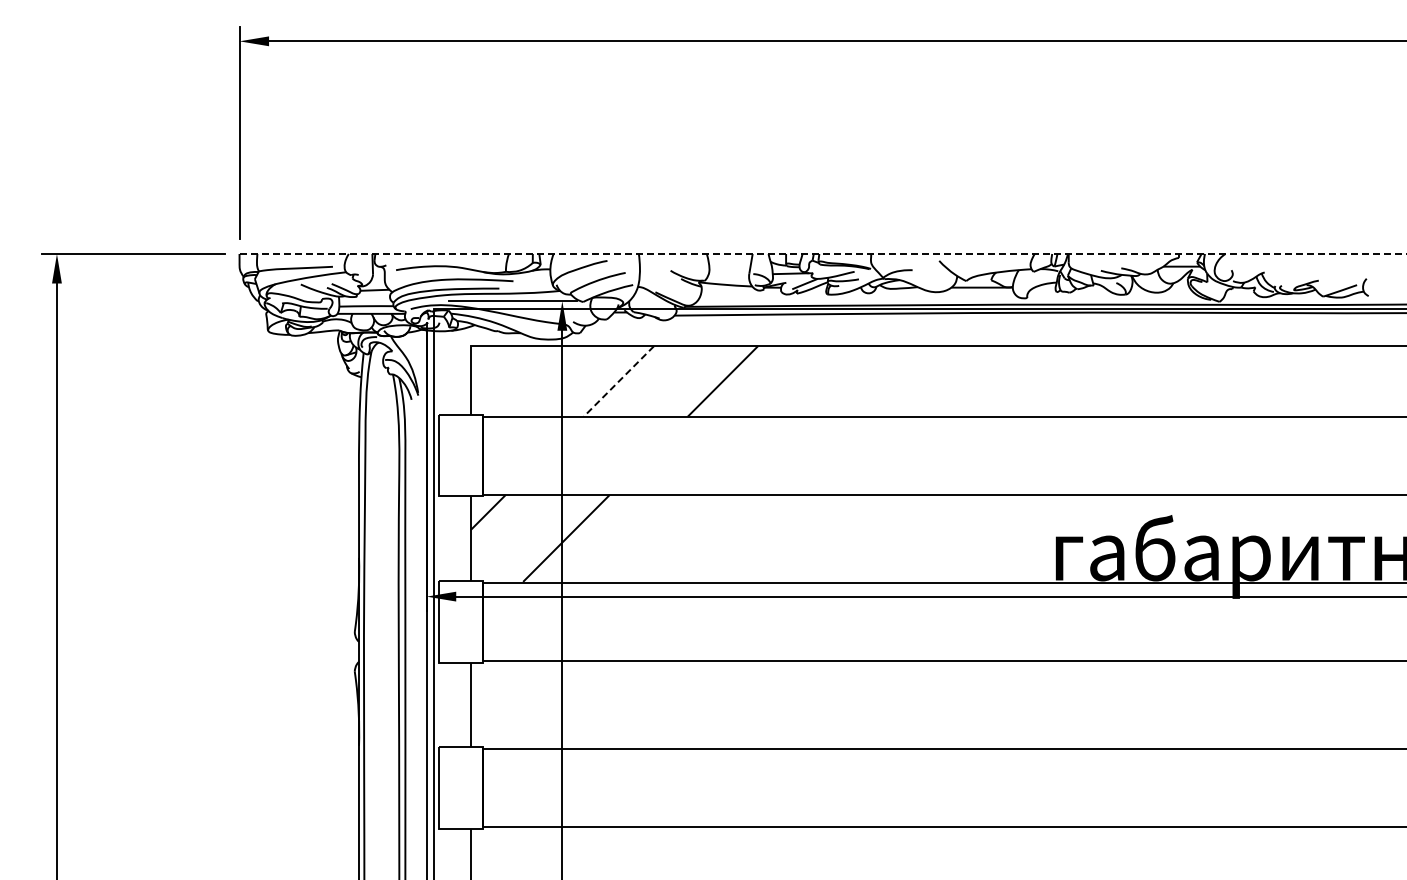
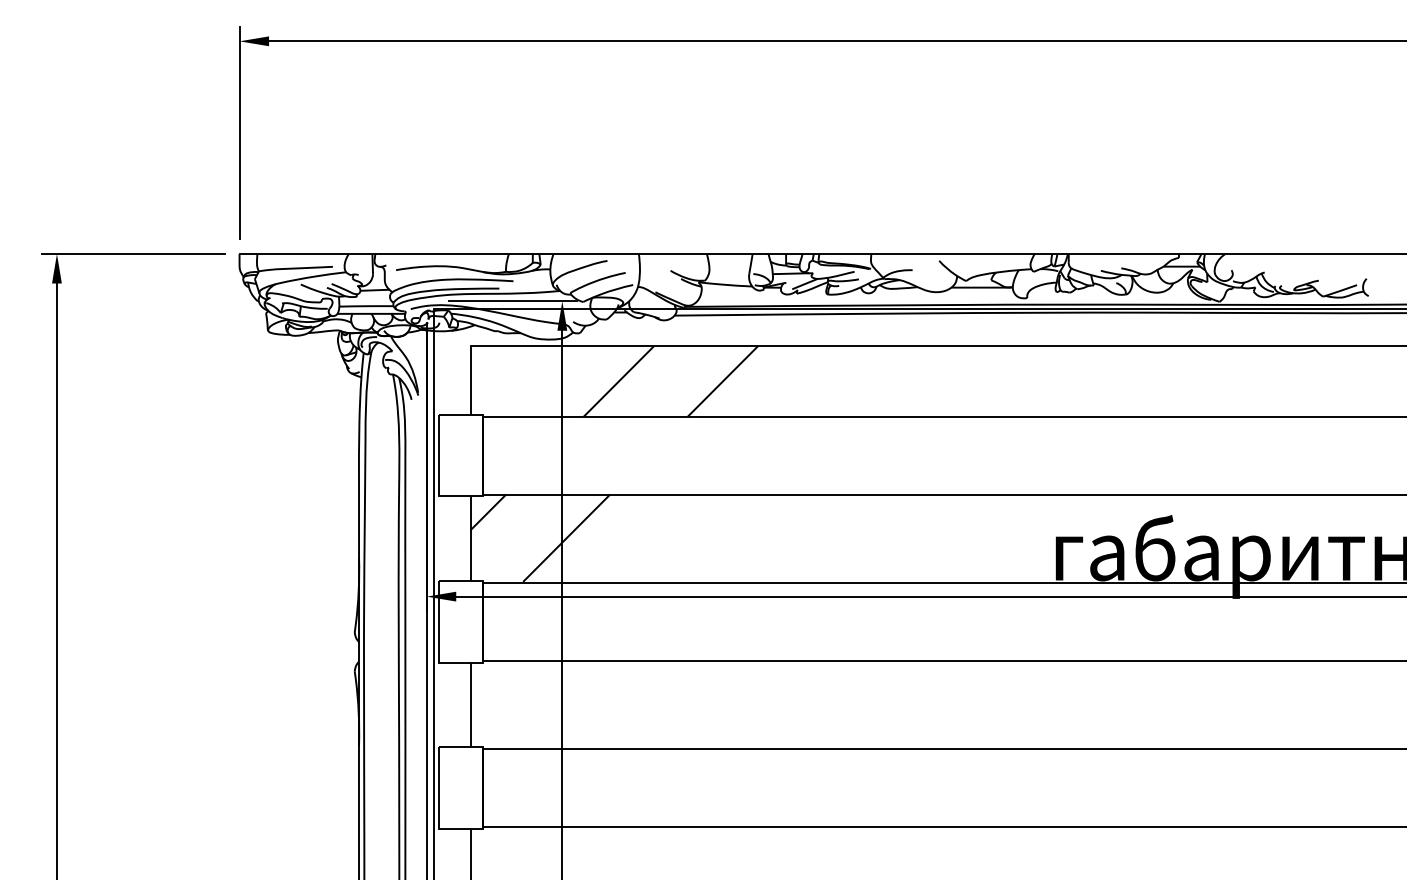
line at (823, 253): dashed -> solid
line at (618, 381): dashed -> solid
